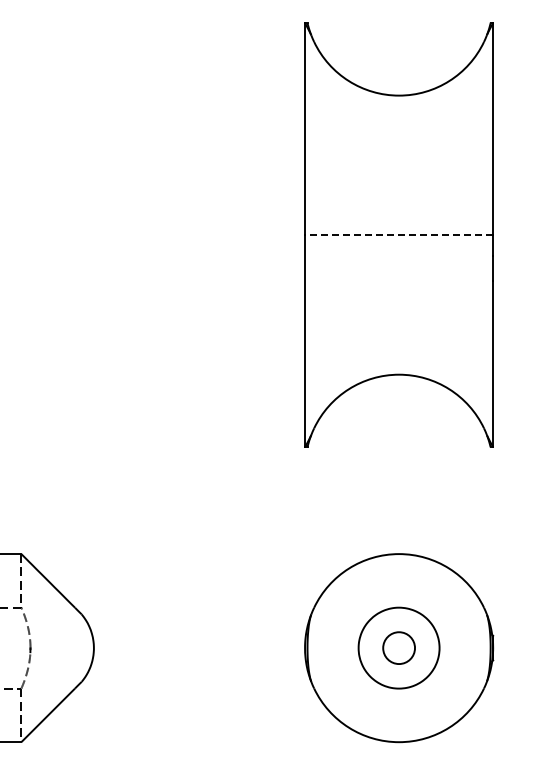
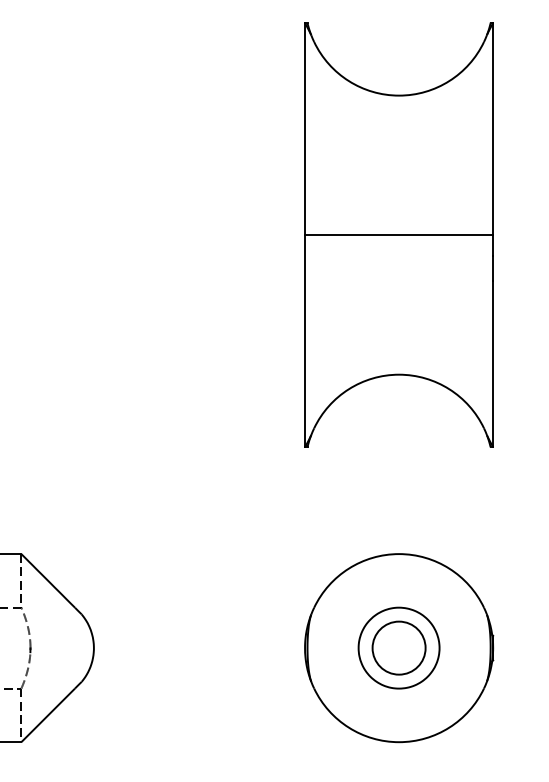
line at (398, 235): dashed -> solid
circle at (399, 648) diameter: 32 px -> 53 px
